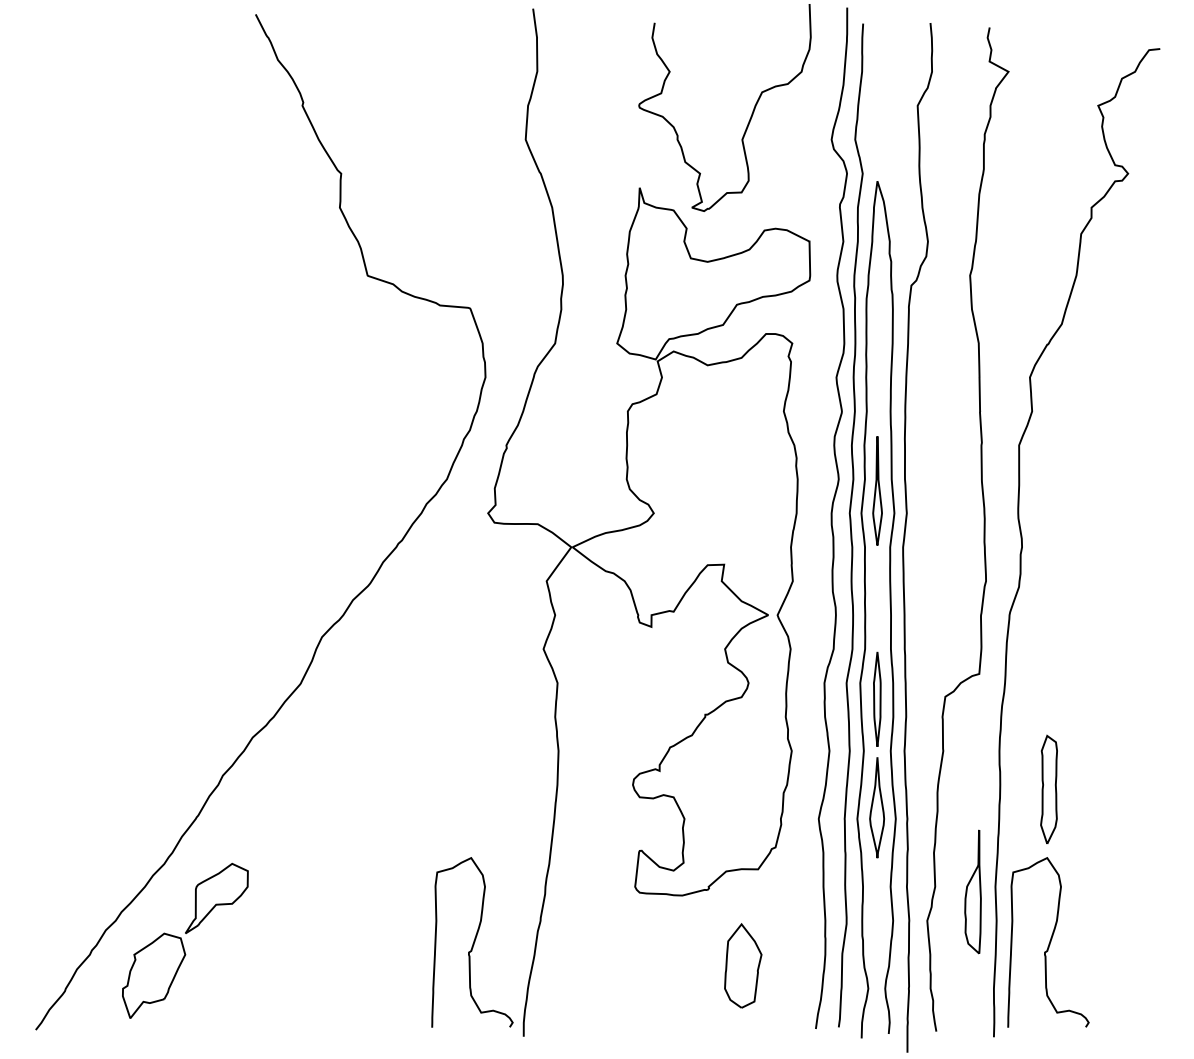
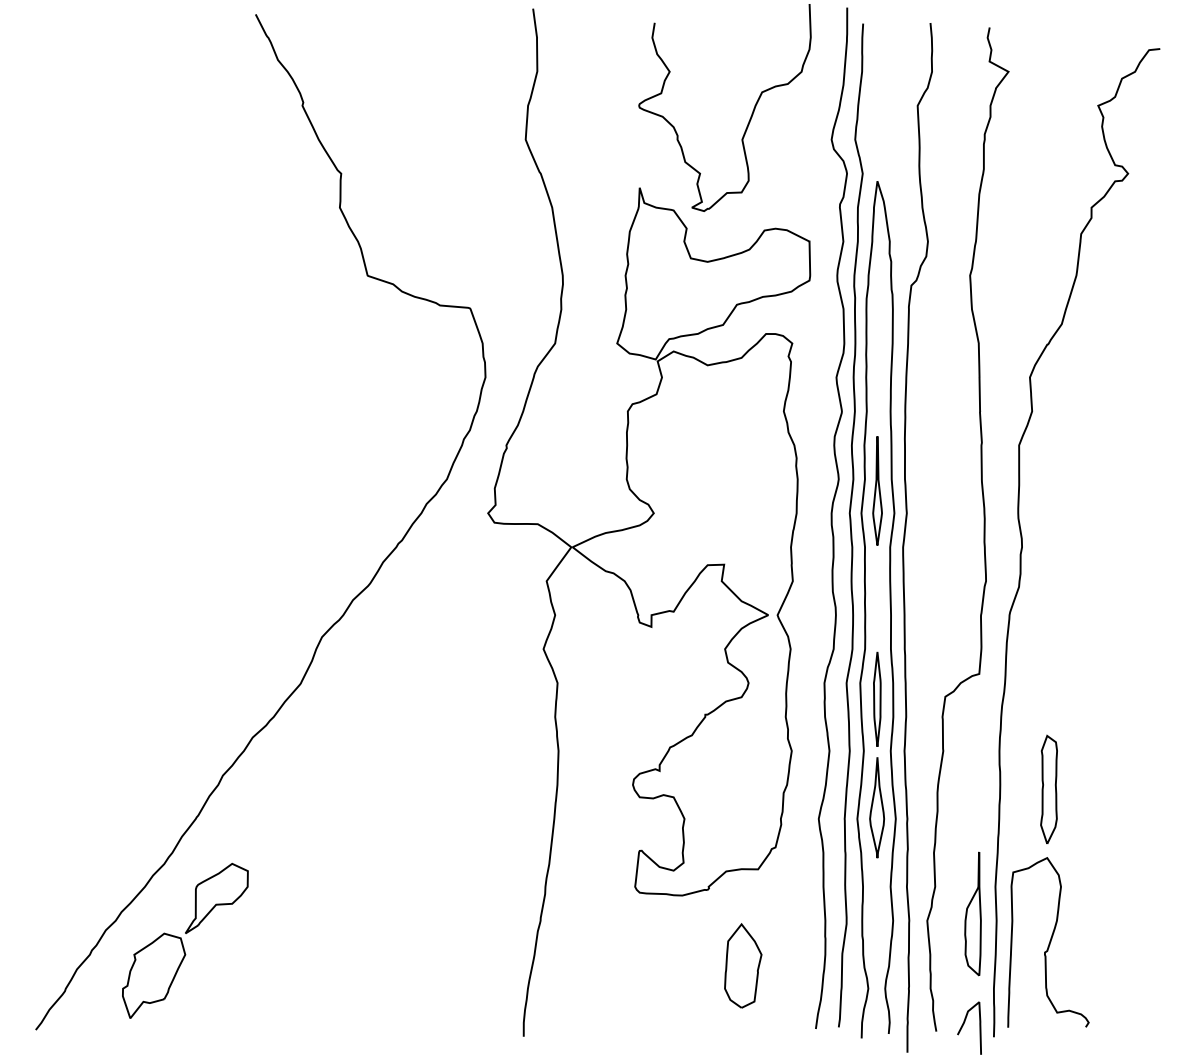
part at (972, 891) position: (972, 891) -> (972, 913)
curve at (473, 942): present -> none
curve at (964, 1024): none -> present
